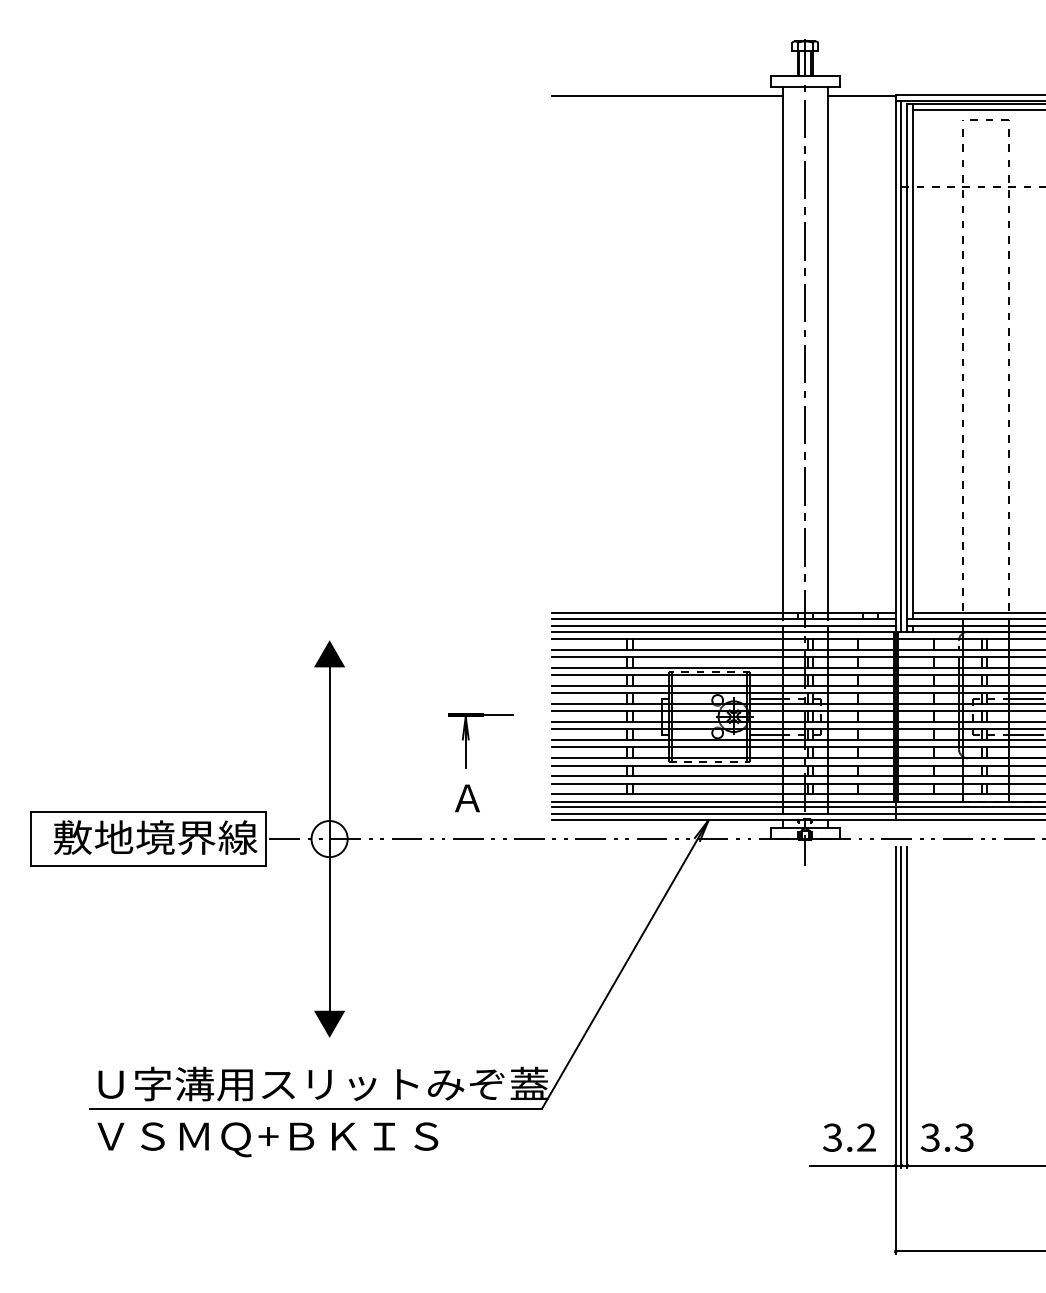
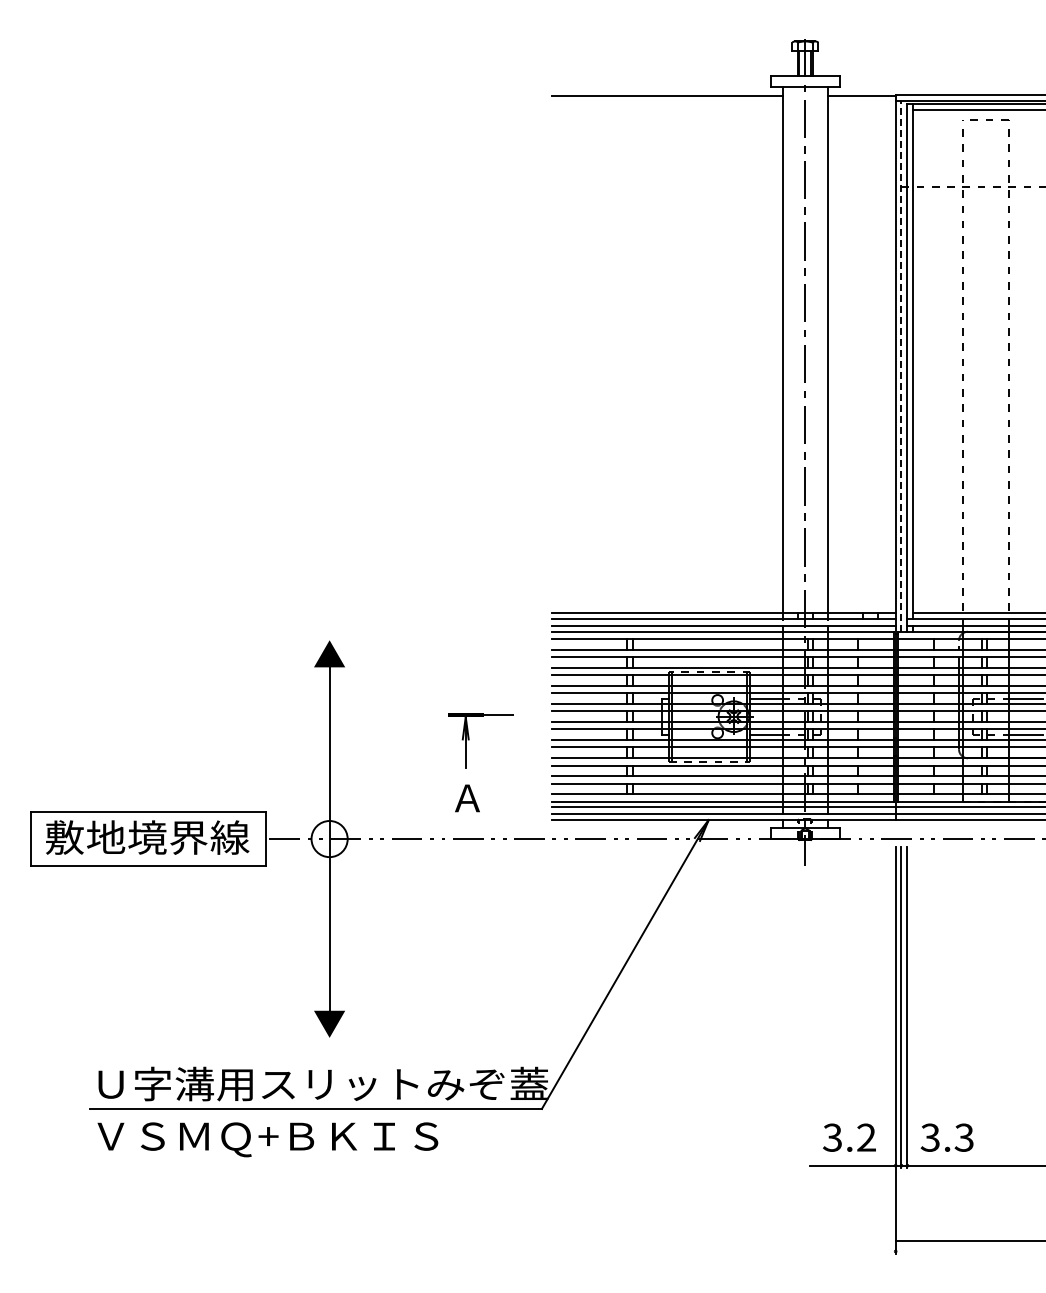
line at (901, 365): solid -> dashed
text at (155, 837) position: (155, 837) -> (147, 837)
line at (968, 1251) position: (968, 1251) -> (968, 1241)
